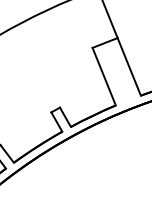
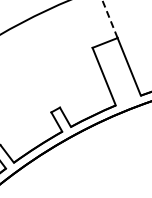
line at (109, 18): solid -> dashed
